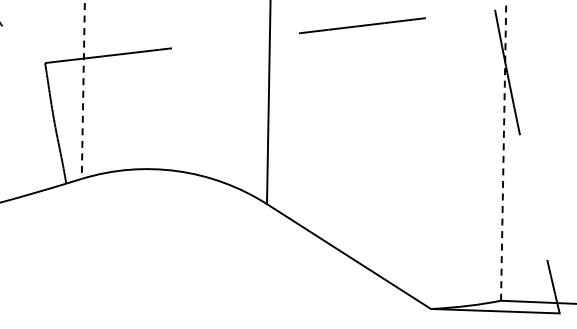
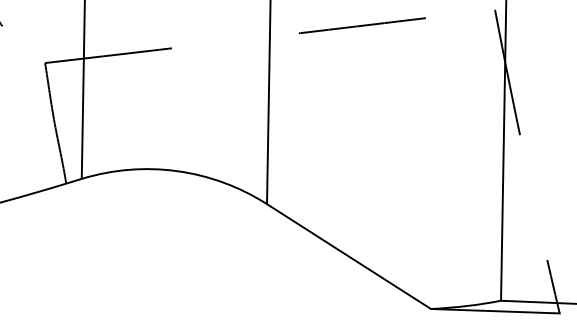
line at (83, 90): dashed -> solid
line at (503, 150): dashed -> solid
